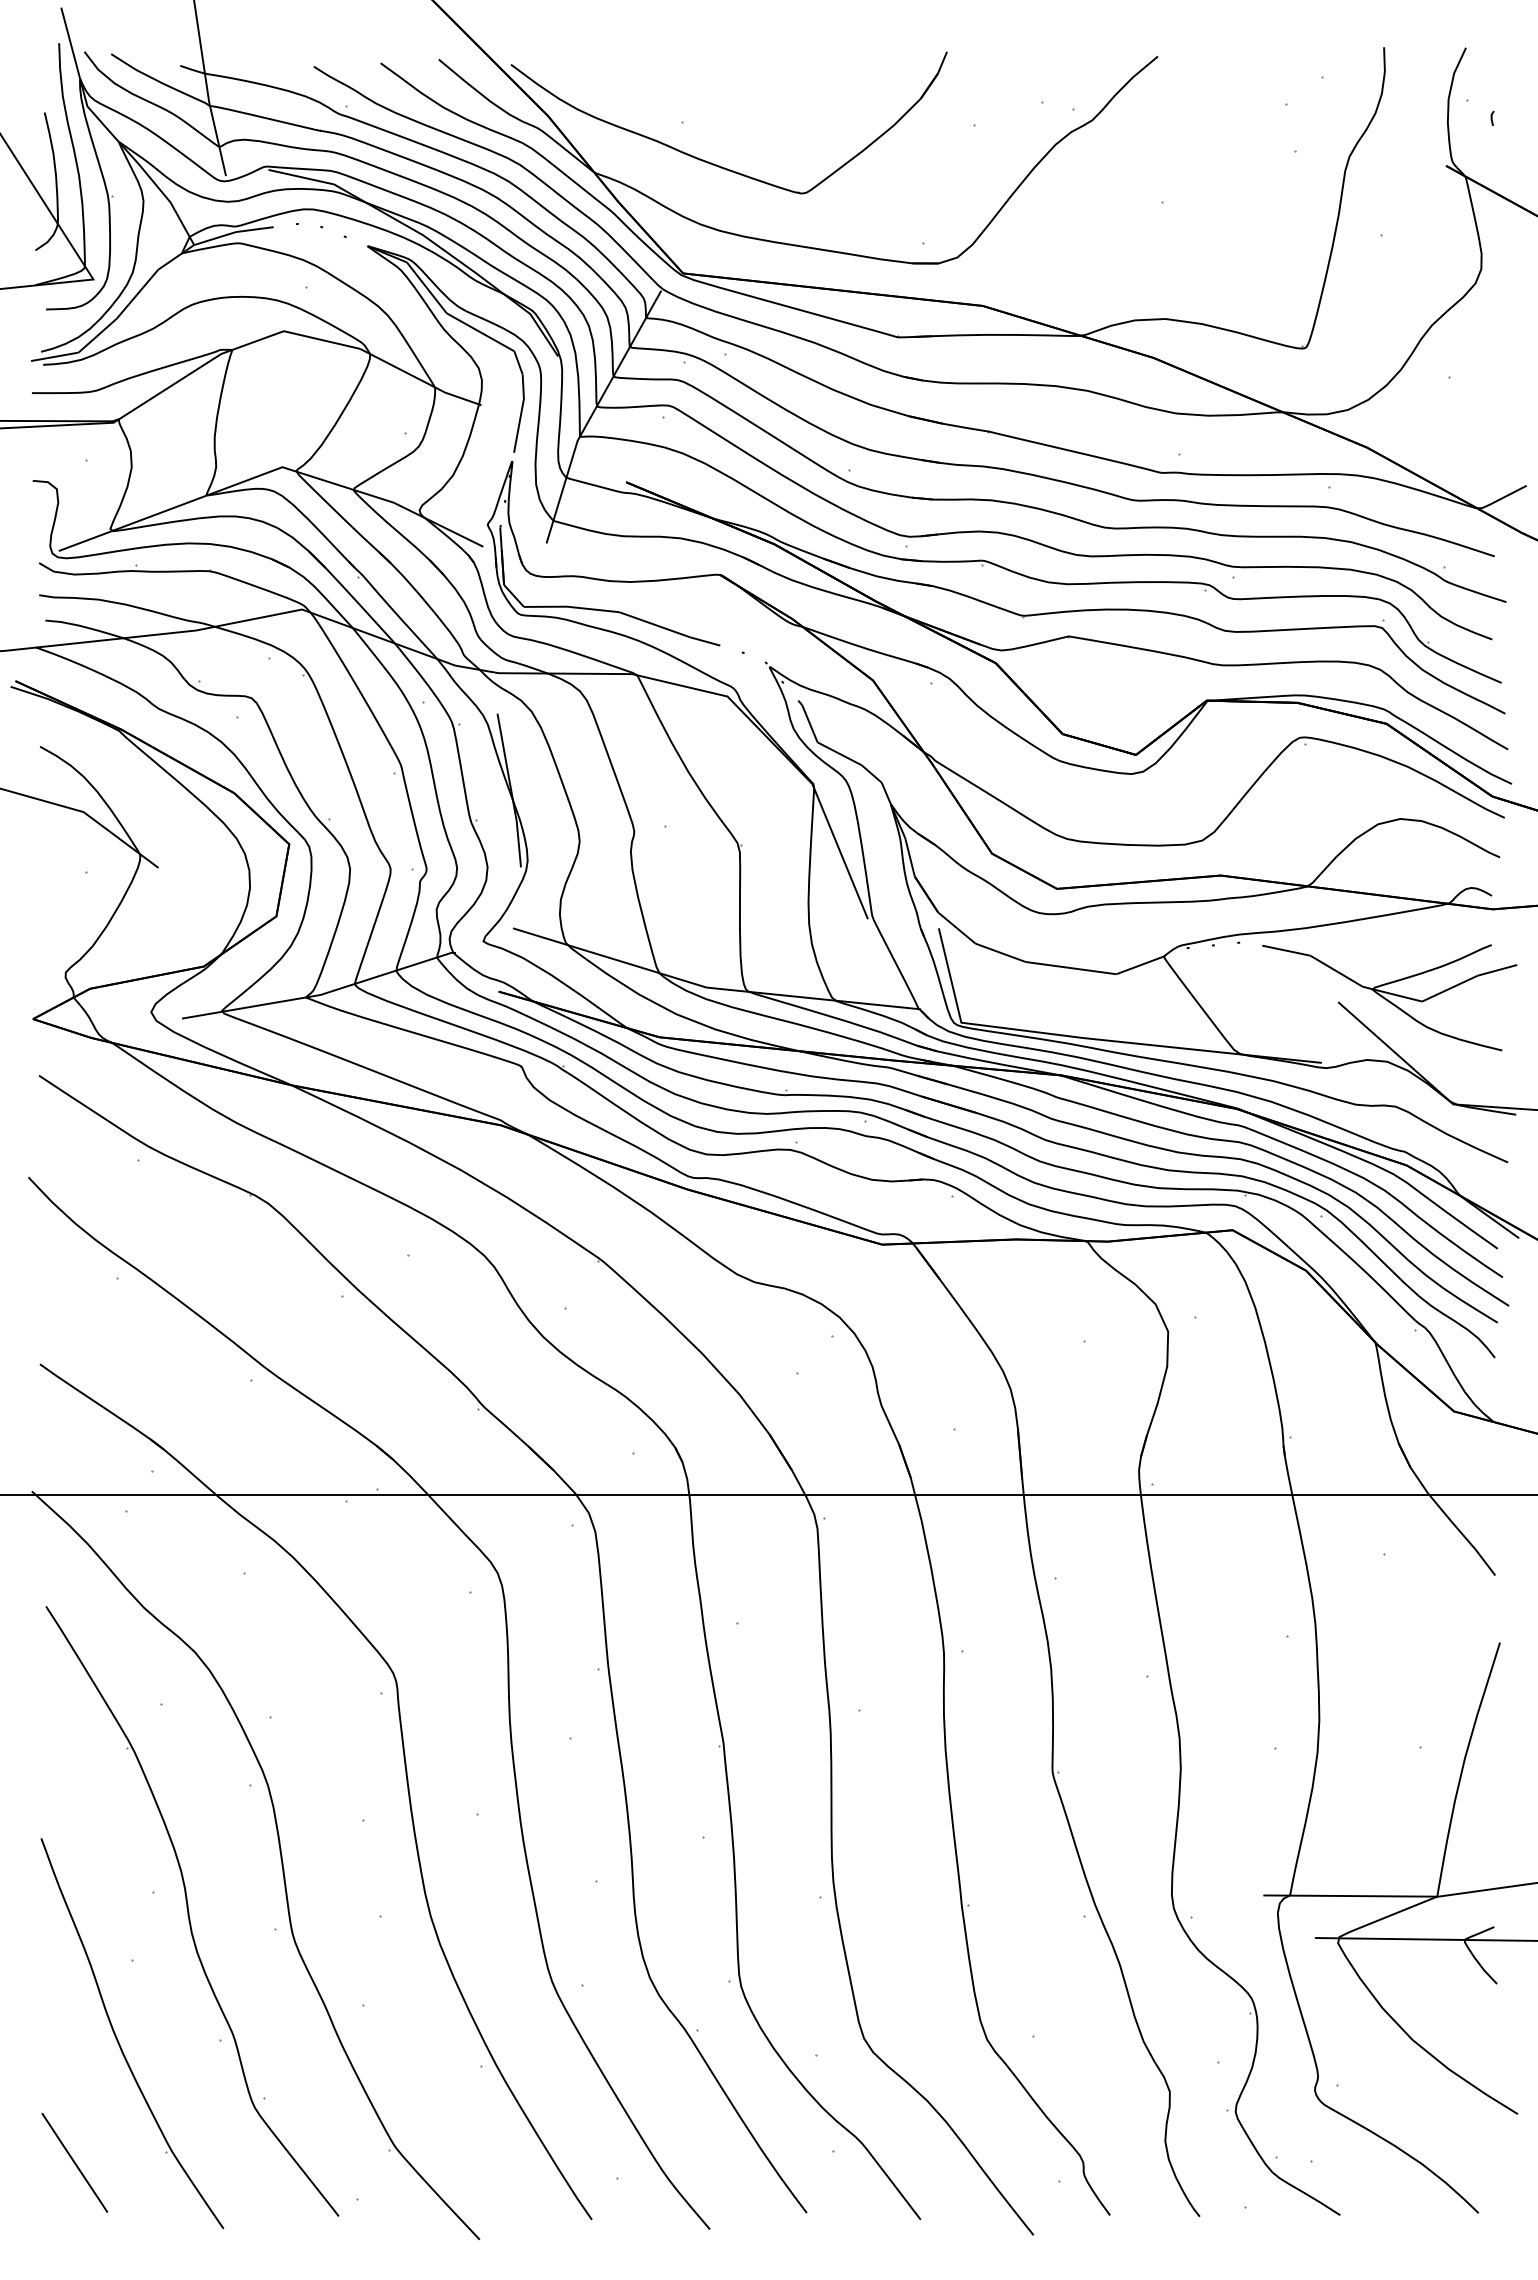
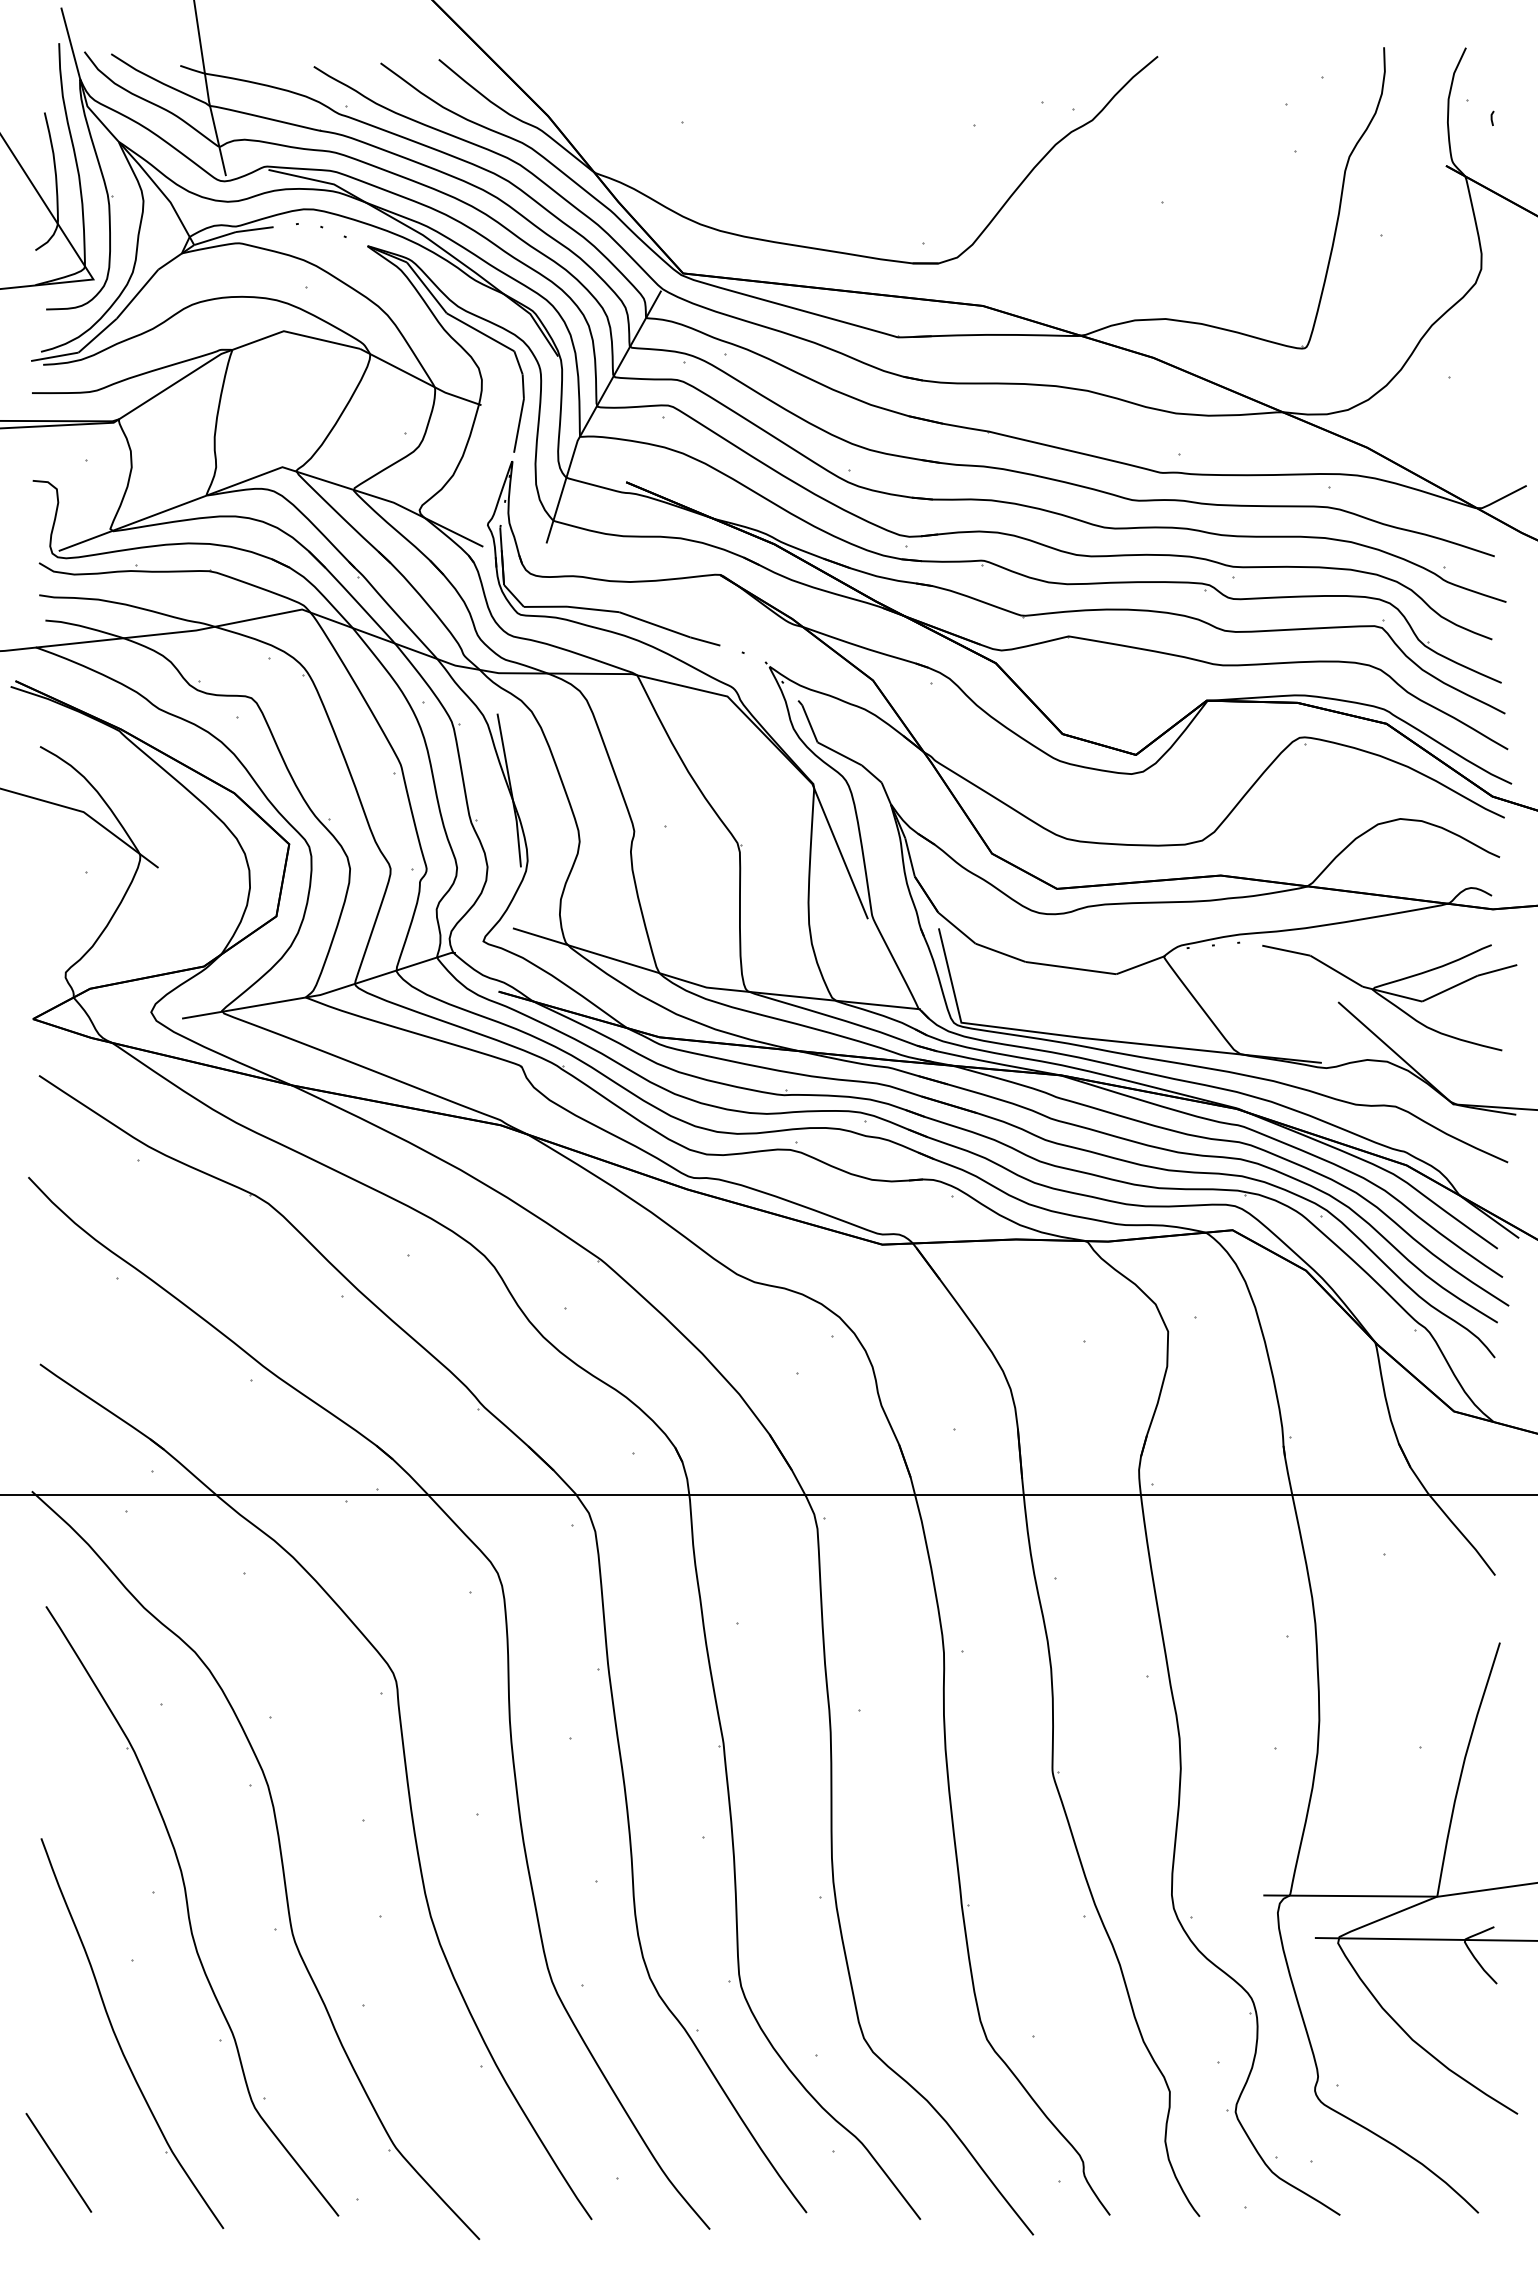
part at (714, 163): present -> none
line at (74, 2162) position: (74, 2162) -> (58, 2162)
